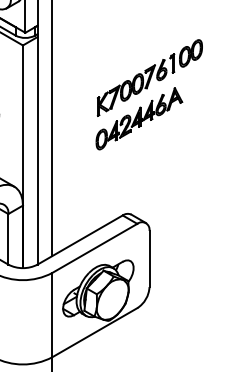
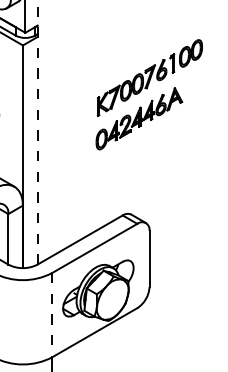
line at (52, 129): present -> none
line at (37, 131): solid -> dashed
line at (52, 315): solid -> dashed
